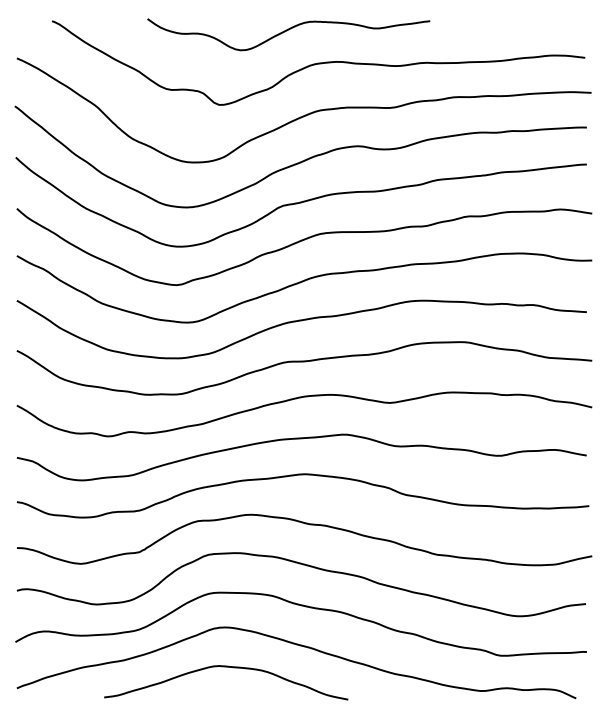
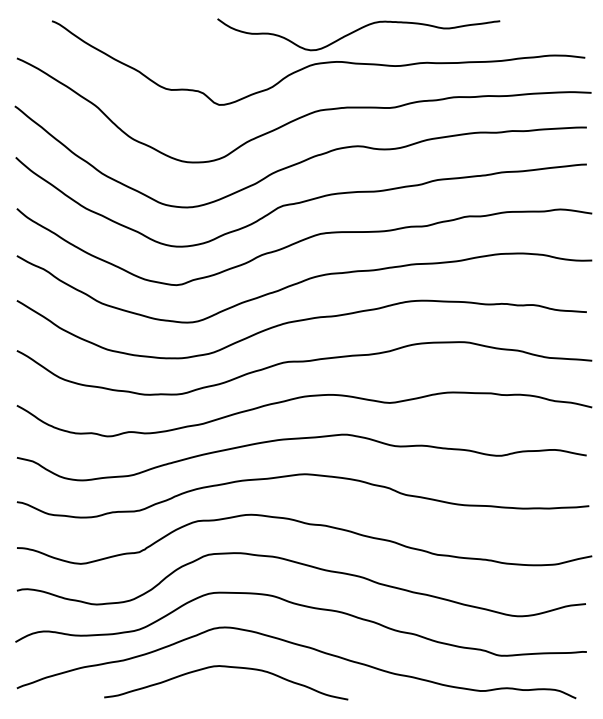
curve at (287, 31) position: (287, 31) -> (357, 31)
